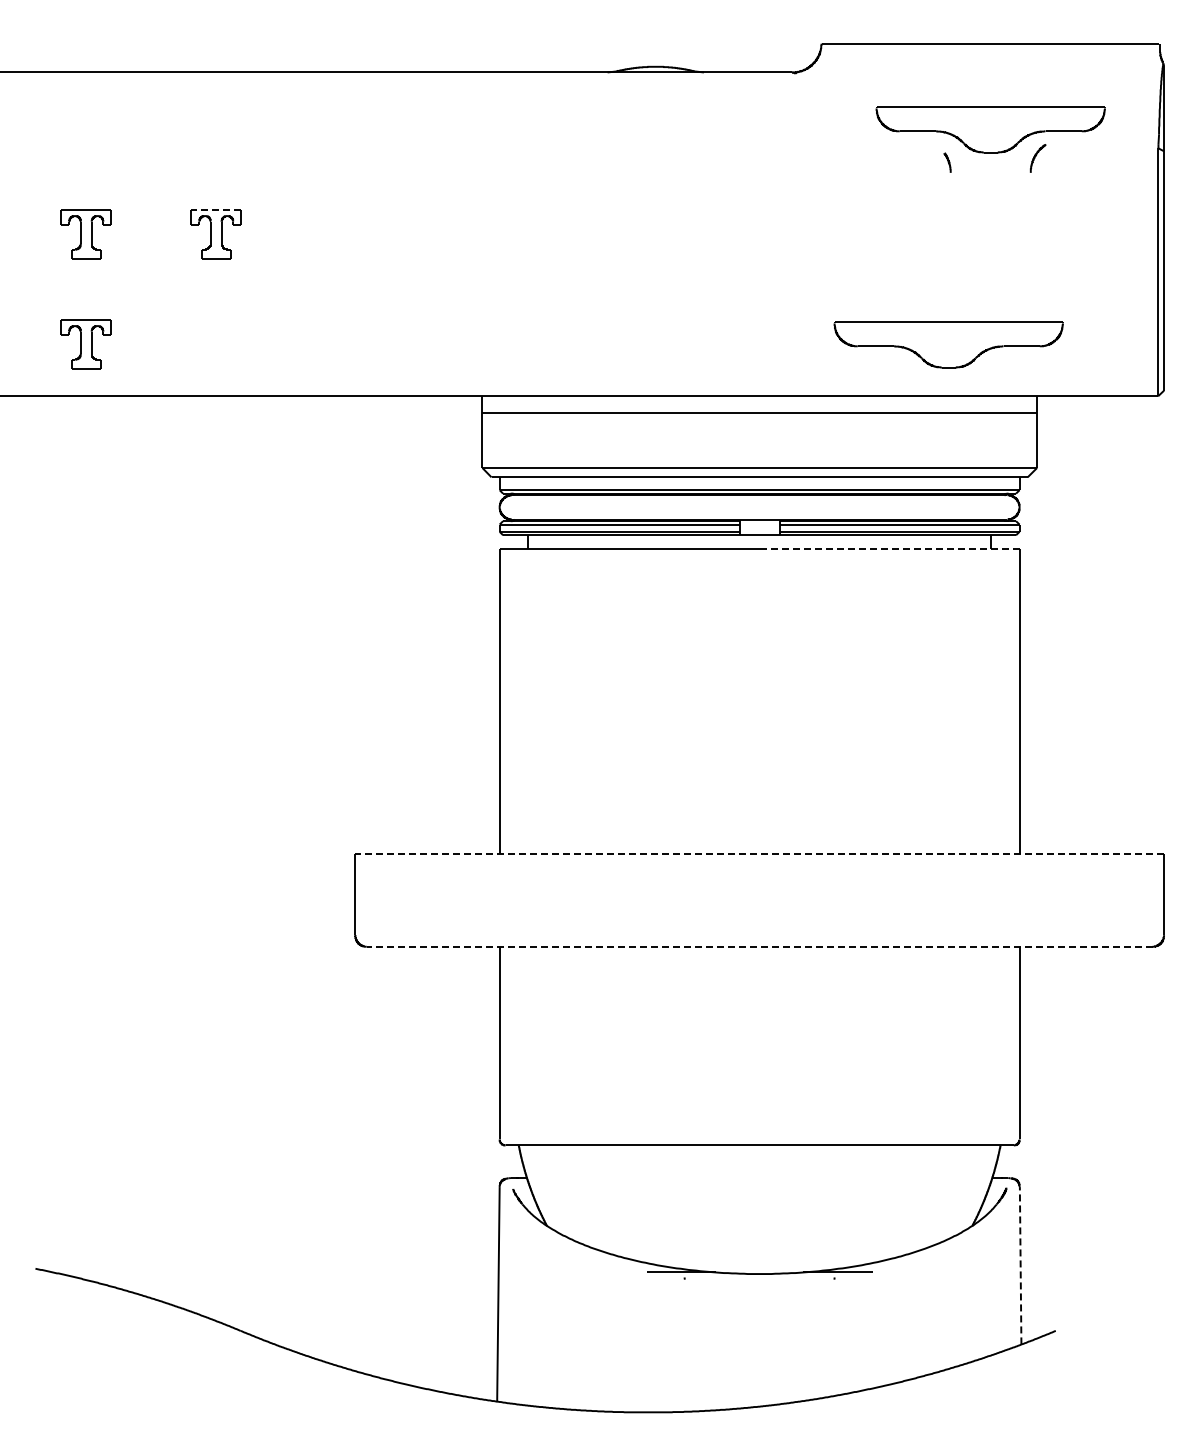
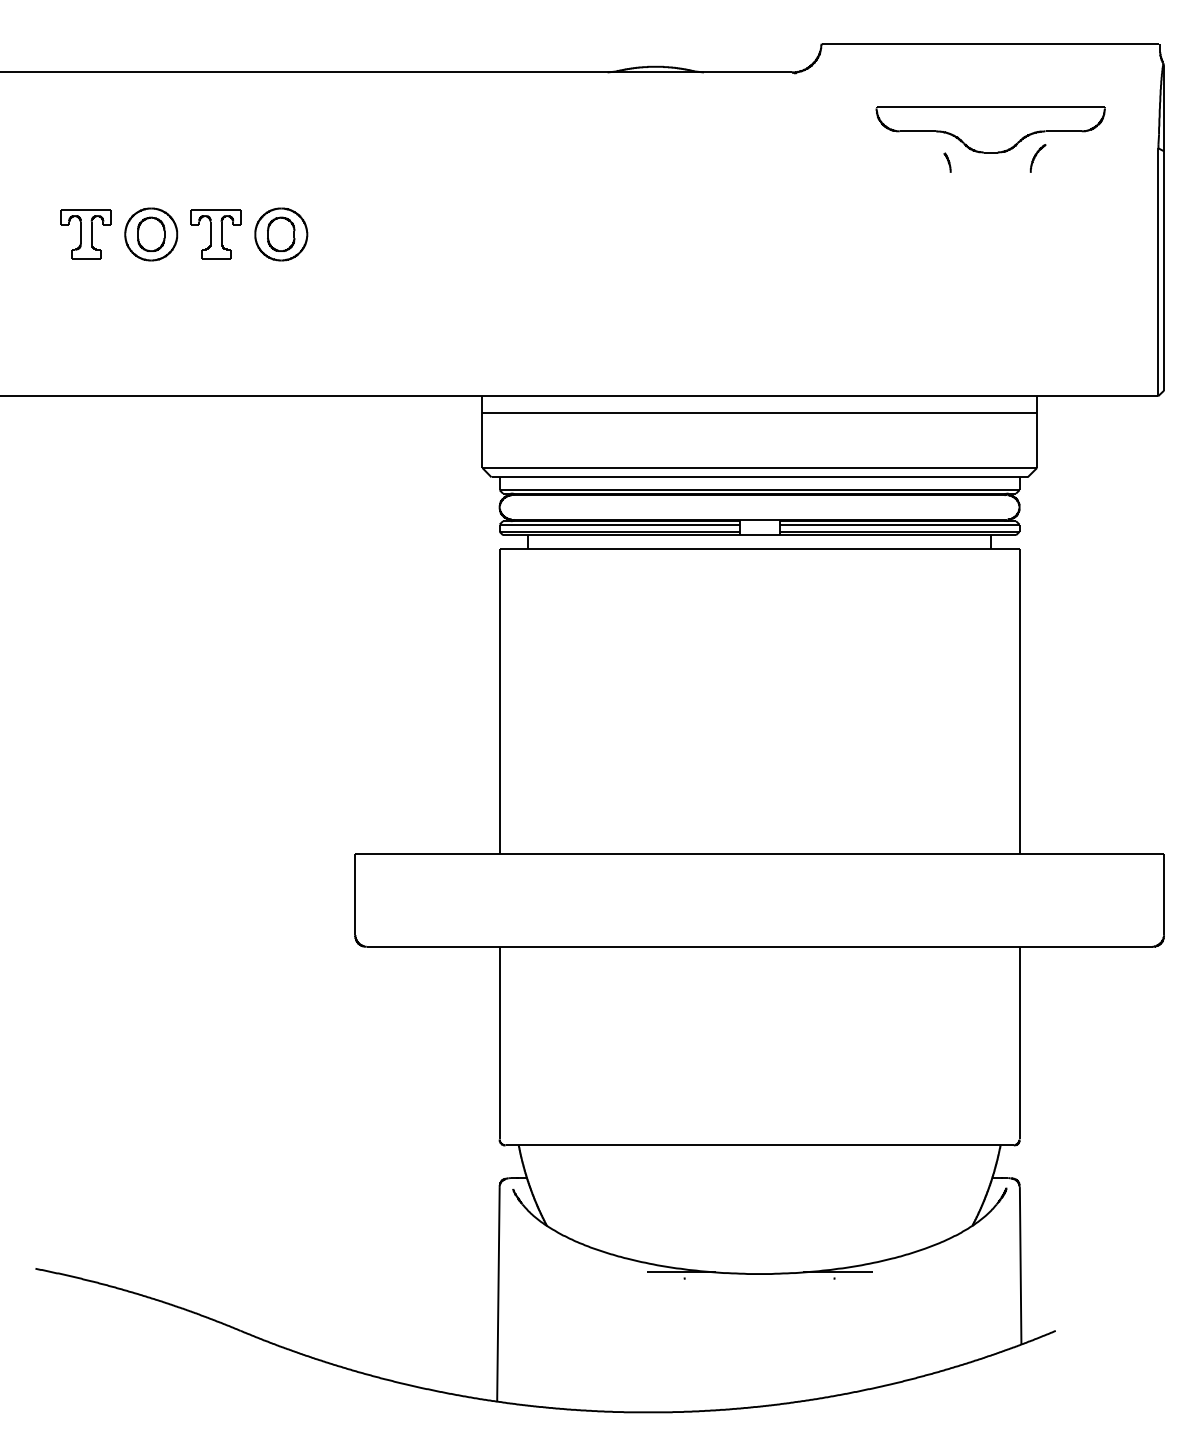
line at (215, 210): dashed -> solid
part at (151, 234): none -> present
part at (281, 234): none -> present
part at (85, 344): present -> none
part at (948, 344): present -> none
line at (889, 548): dashed -> solid
line at (759, 854): dashed -> solid
line at (759, 946): dashed -> solid
line at (1020, 1265): dashed -> solid
